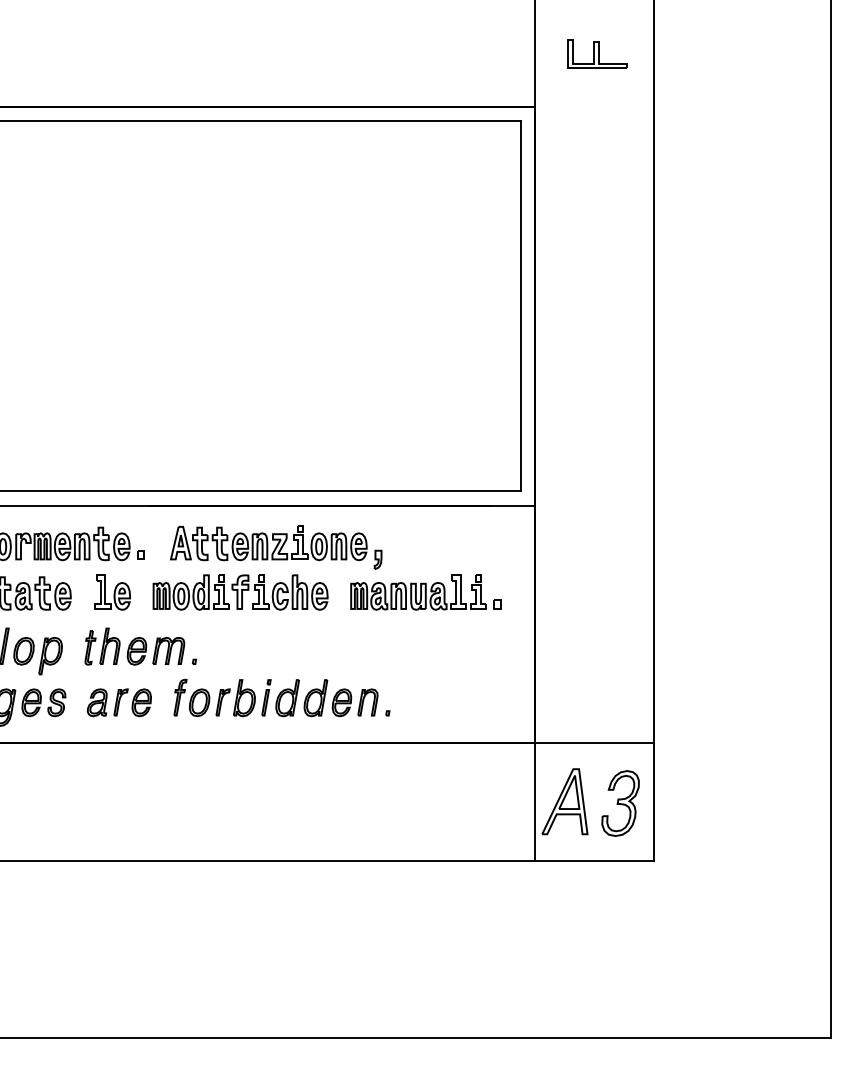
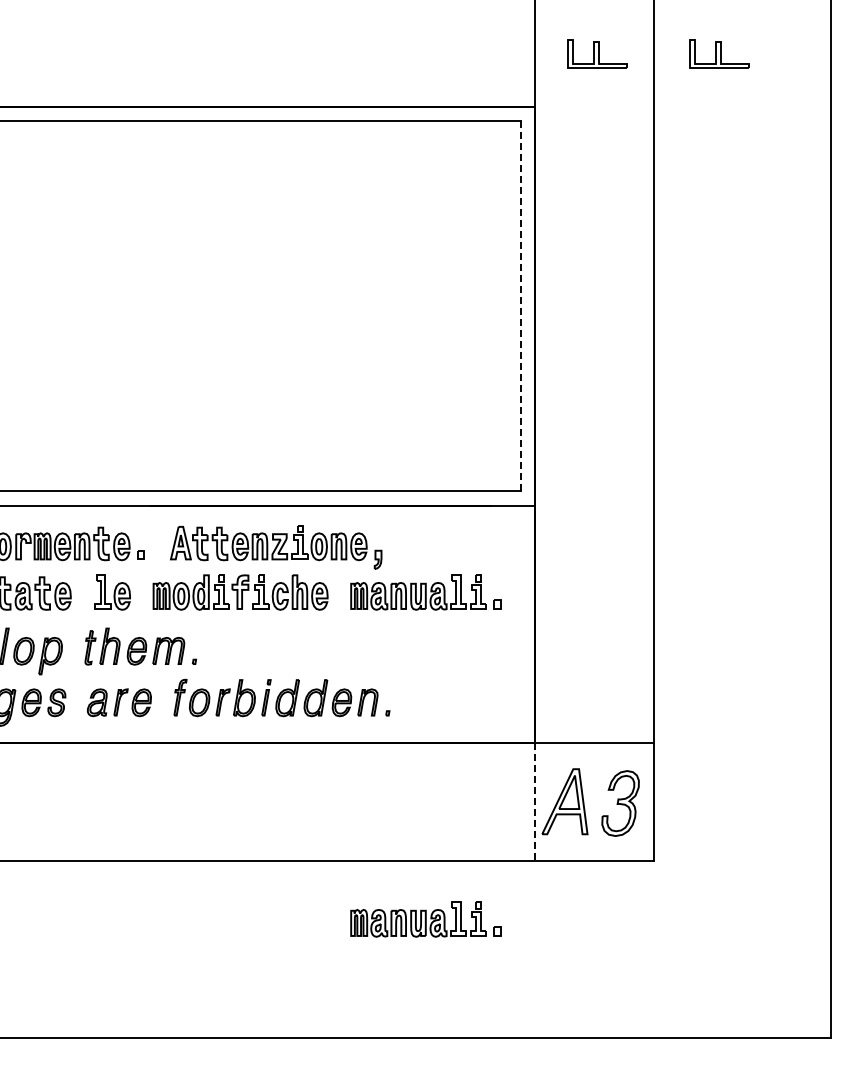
part at (719, 53): none -> present
line at (520, 306): solid -> dashed
line at (535, 802): solid -> dashed
part at (425, 919): none -> present
